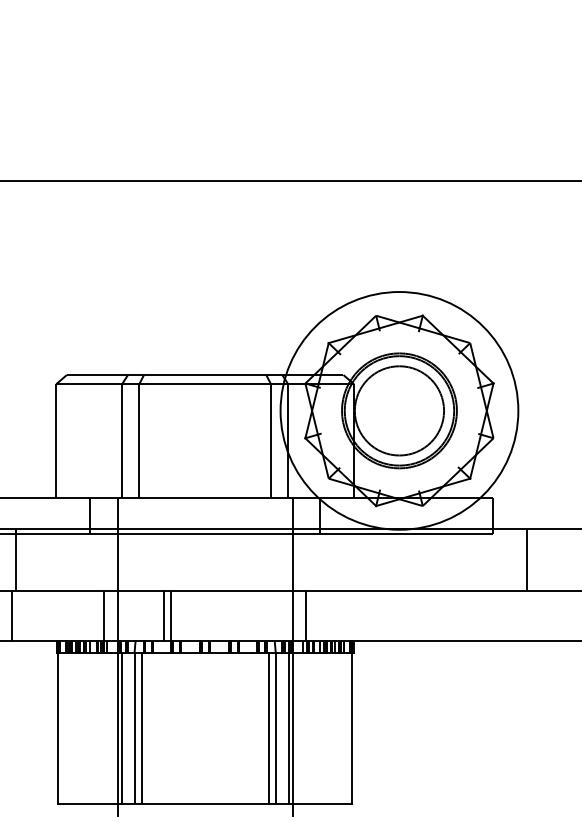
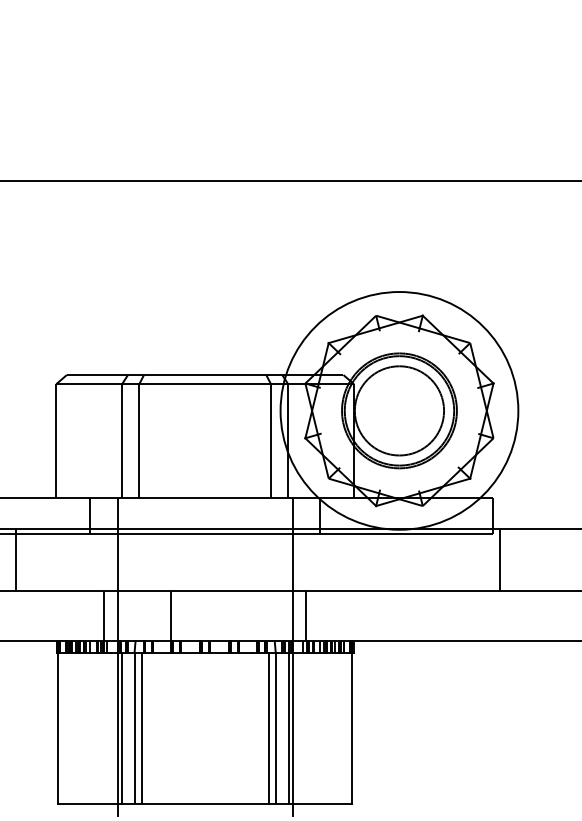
line at (527, 560) position: (527, 560) -> (500, 560)
line at (12, 615): present -> none
line at (163, 615): present -> none
